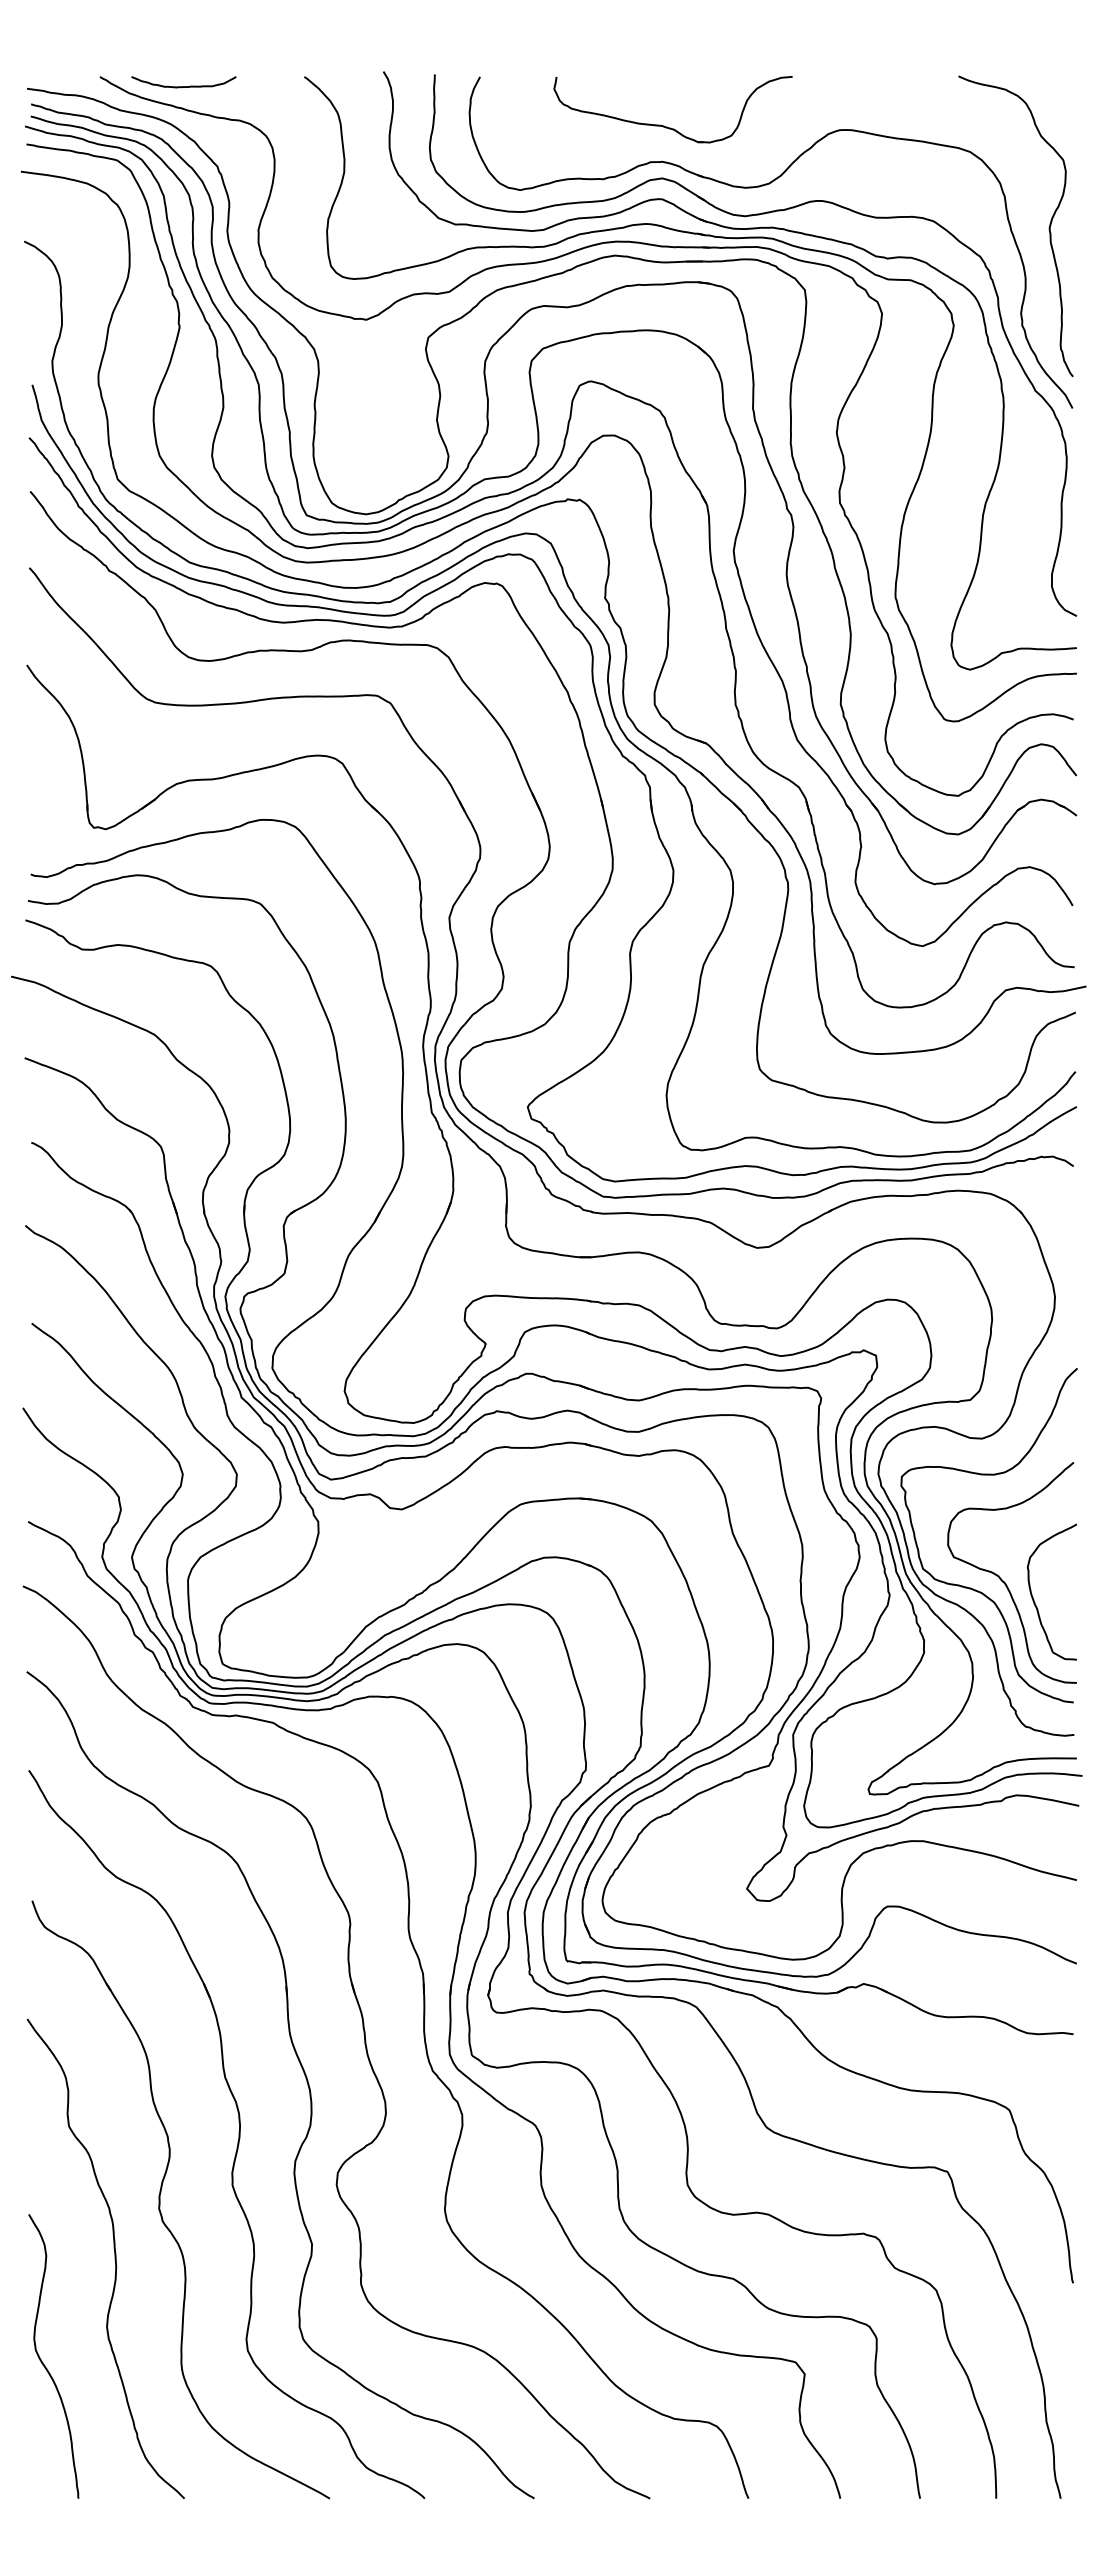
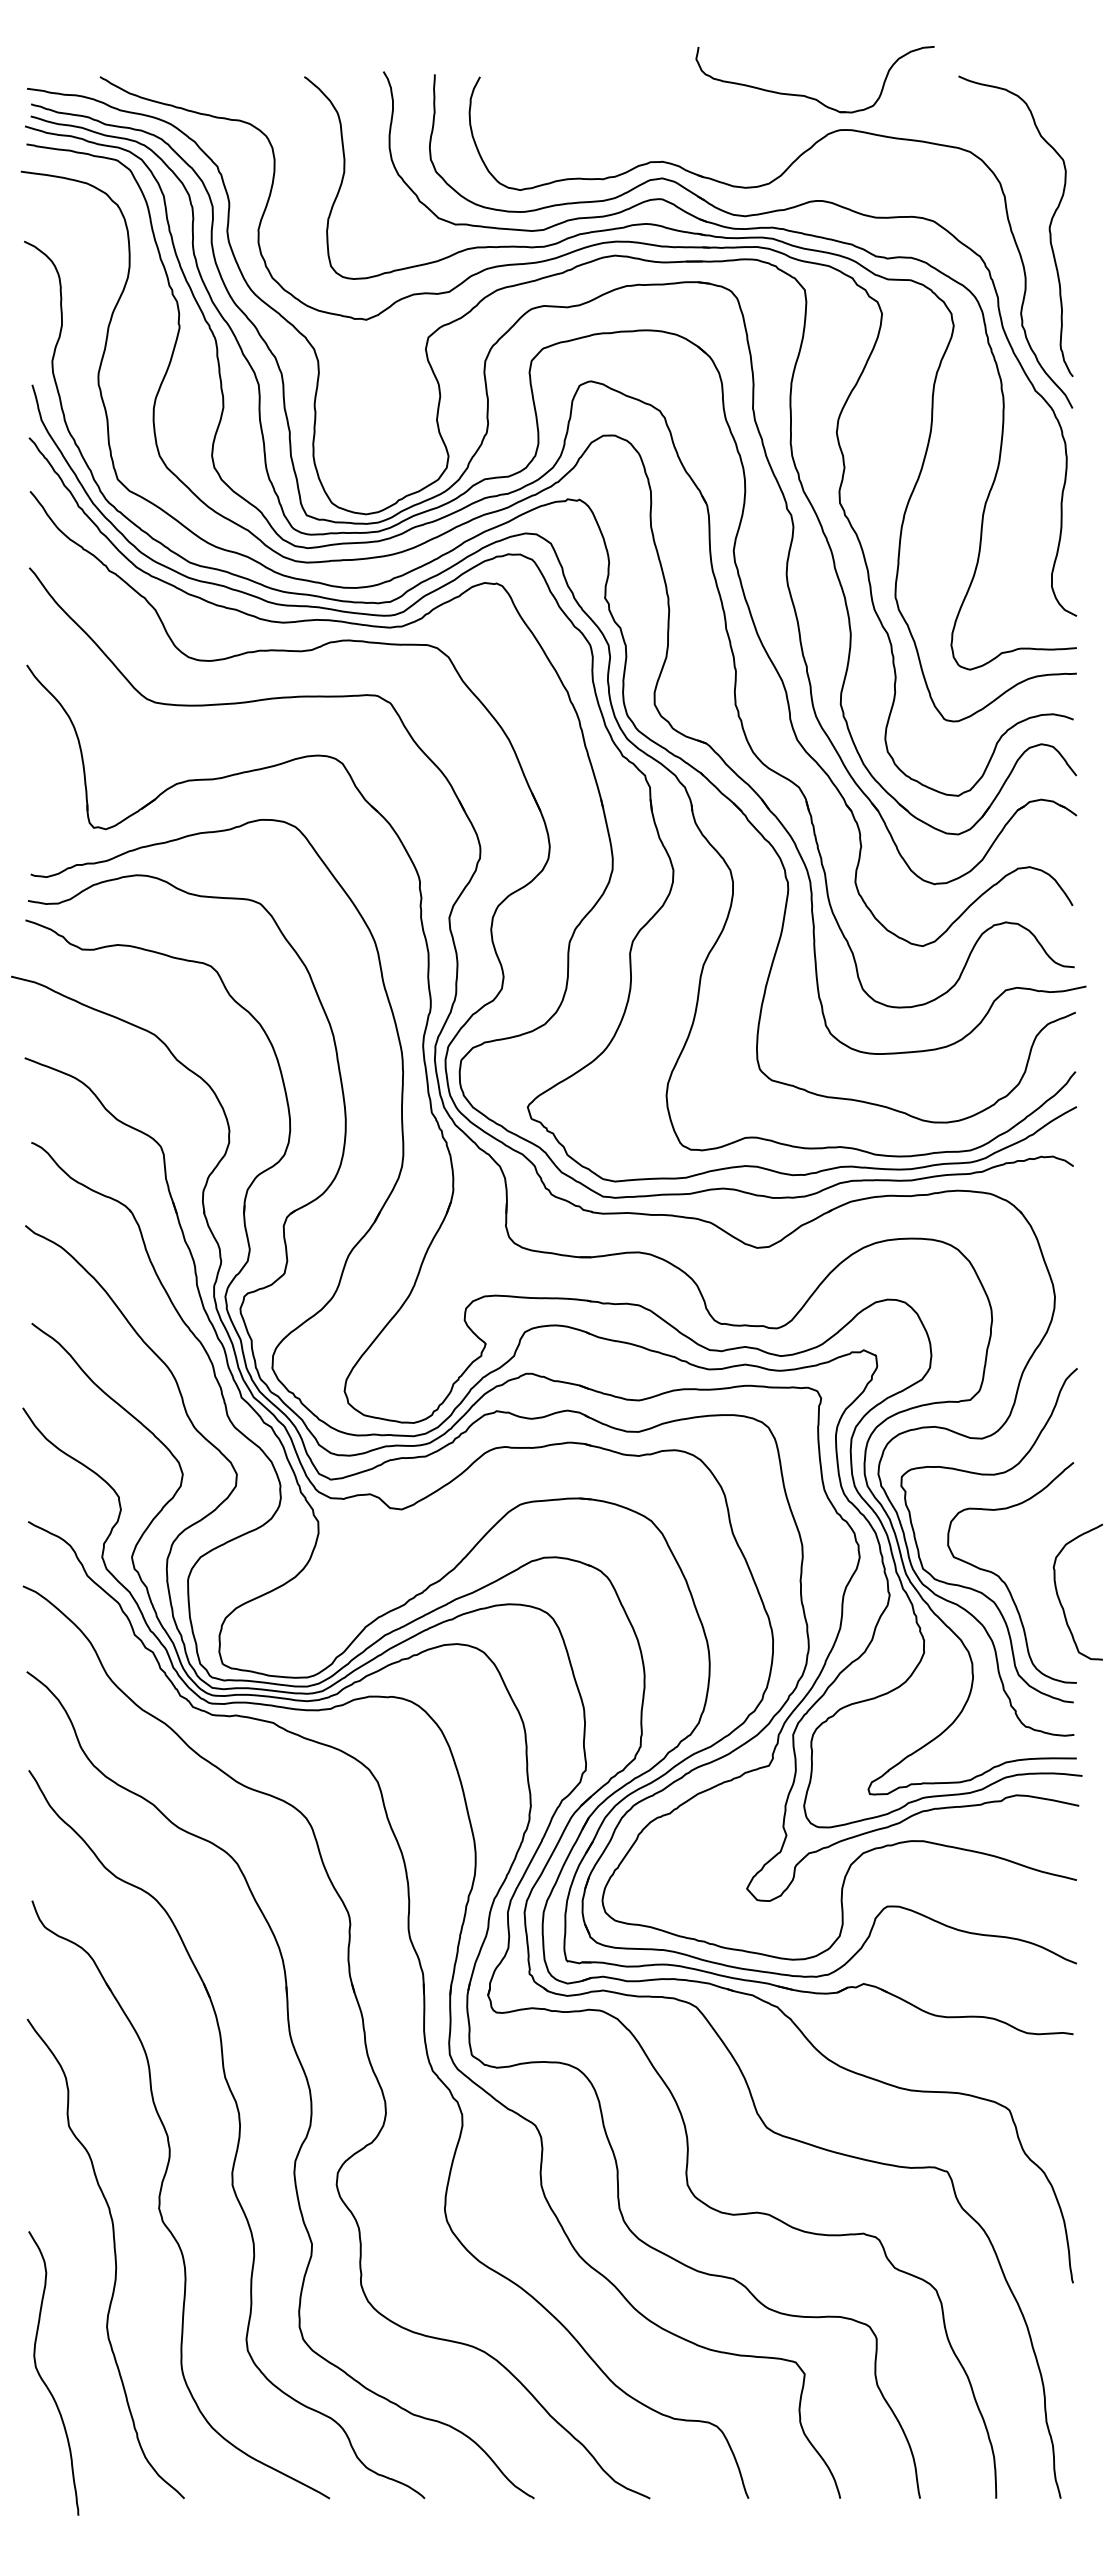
curve at (183, 86): present -> none
part at (667, 126) position: (667, 126) -> (809, 96)
curve at (1034, 1599) position: (1034, 1599) -> (1060, 1599)
curve at (43, 2362) position: (43, 2362) -> (43, 2379)
